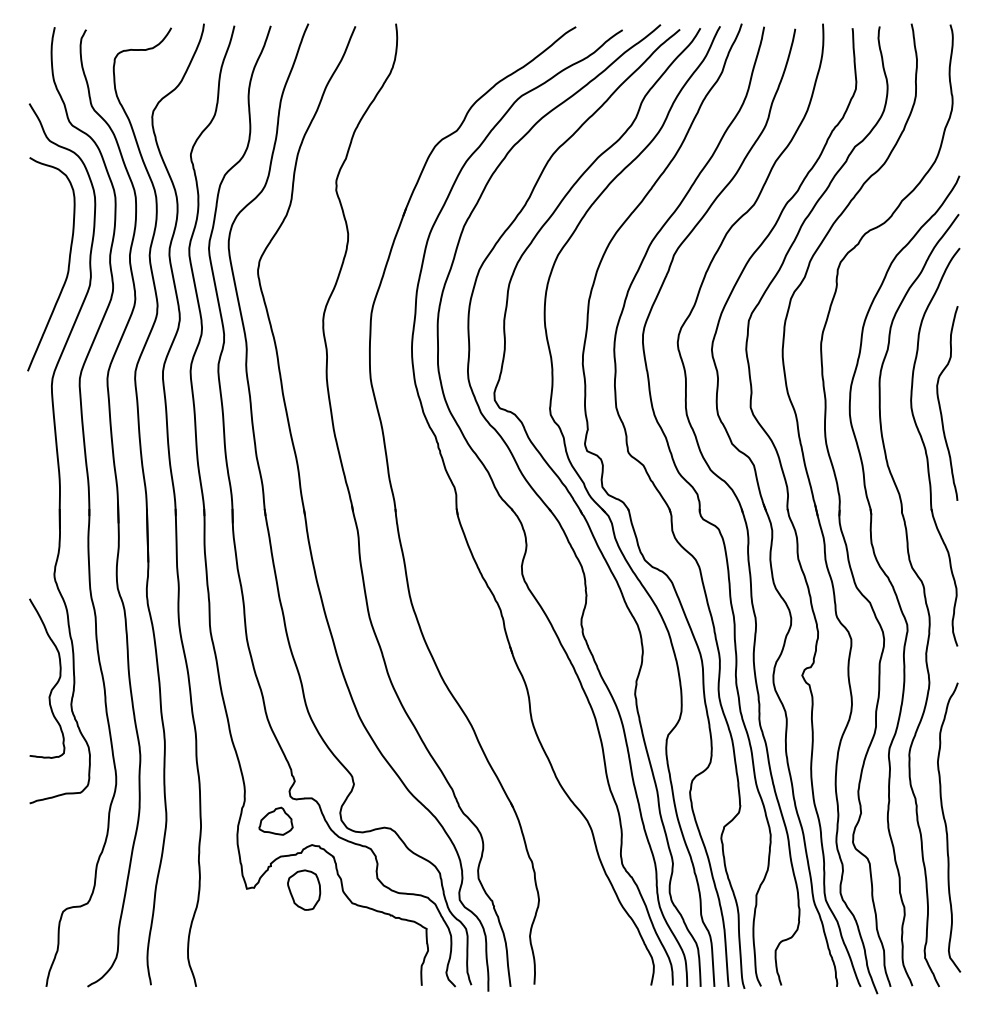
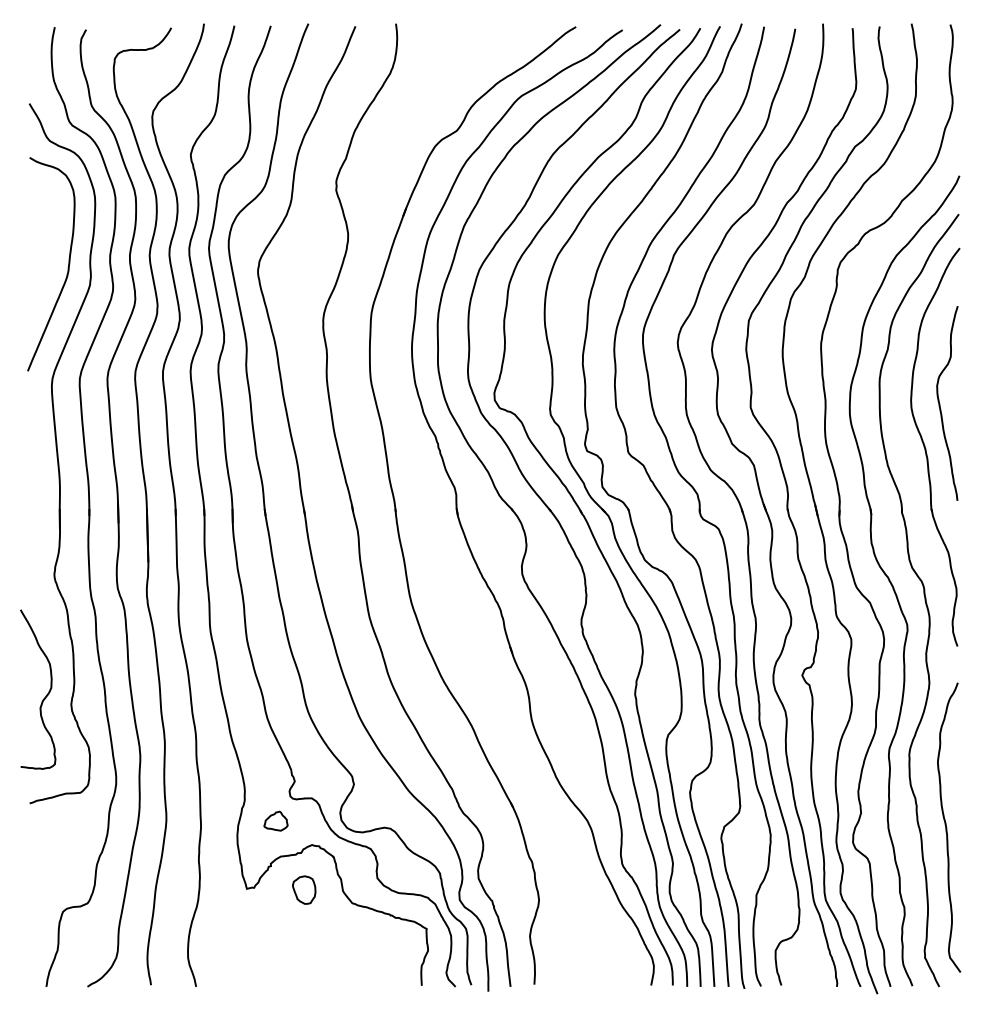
curve at (54, 684) position: (54, 684) -> (45, 695)
part at (275, 820) size: 36x30 px -> 26x22 px
part at (304, 889) size: 35x42 px -> 25x30 px
